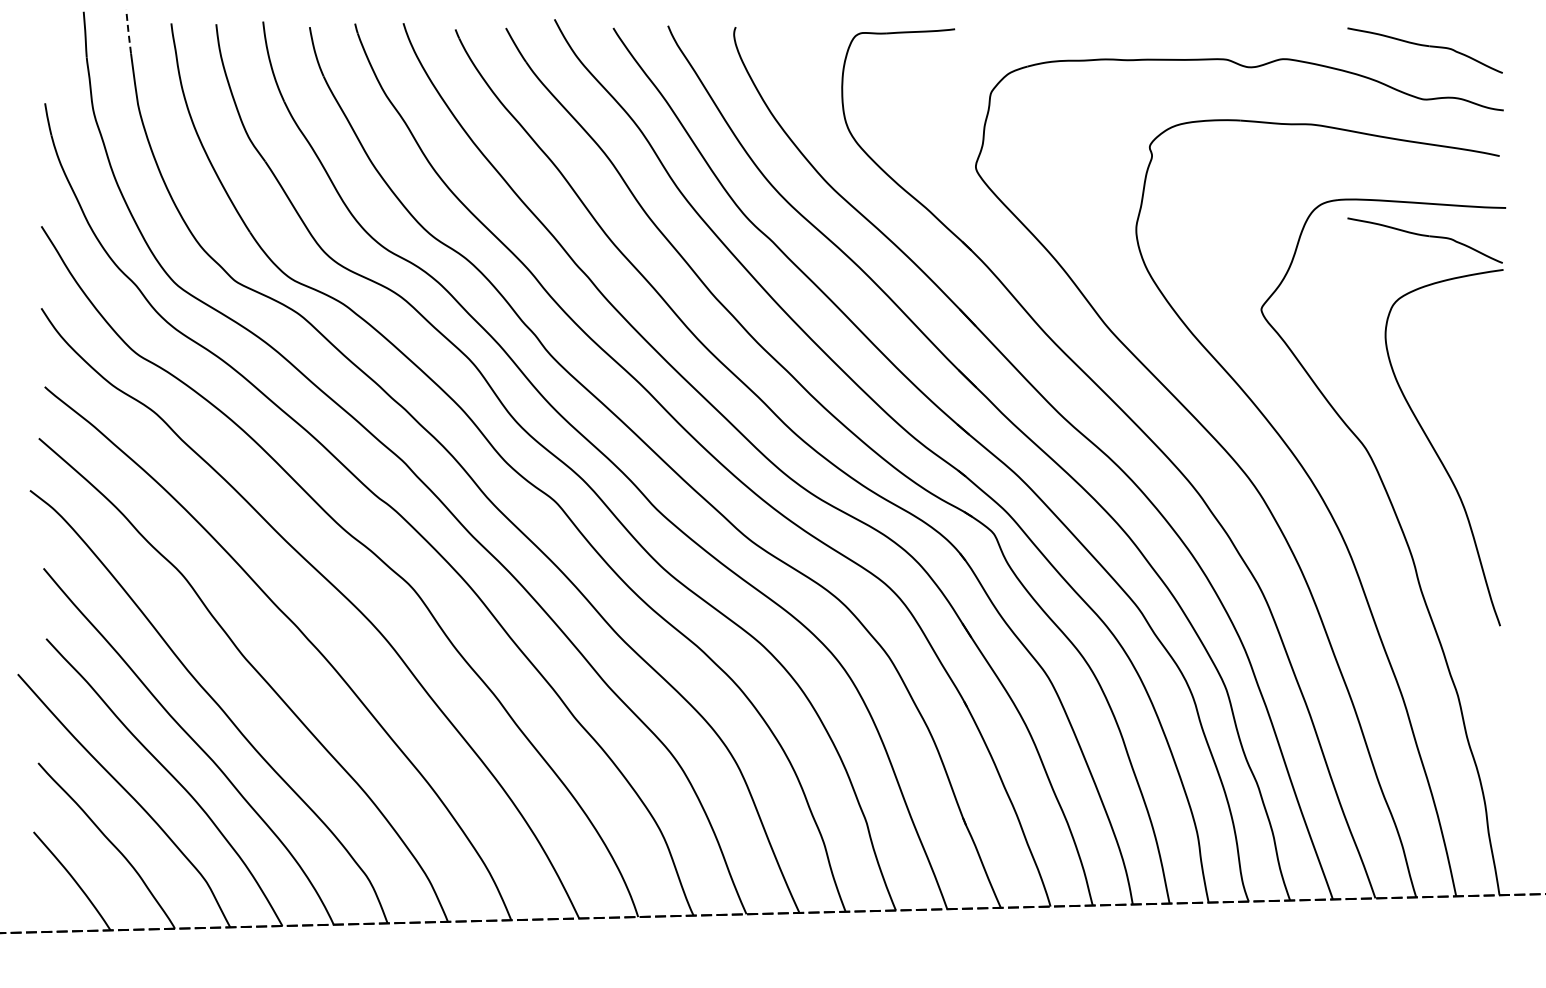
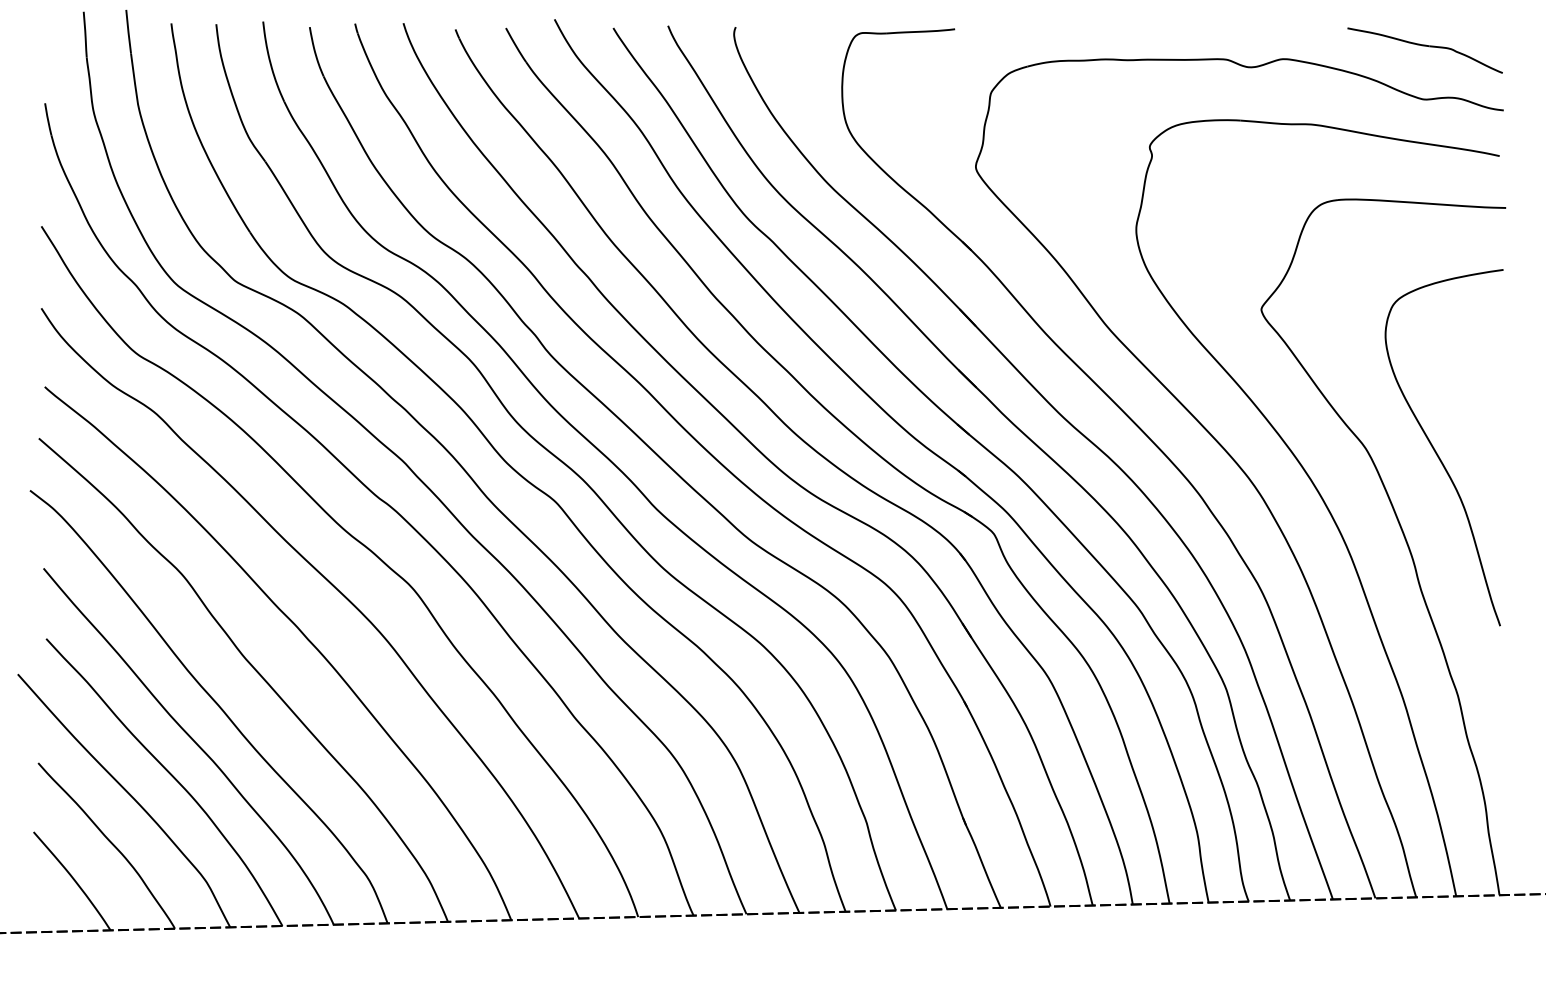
line at (128, 32): dashed -> solid
part at (1424, 240): present -> none
